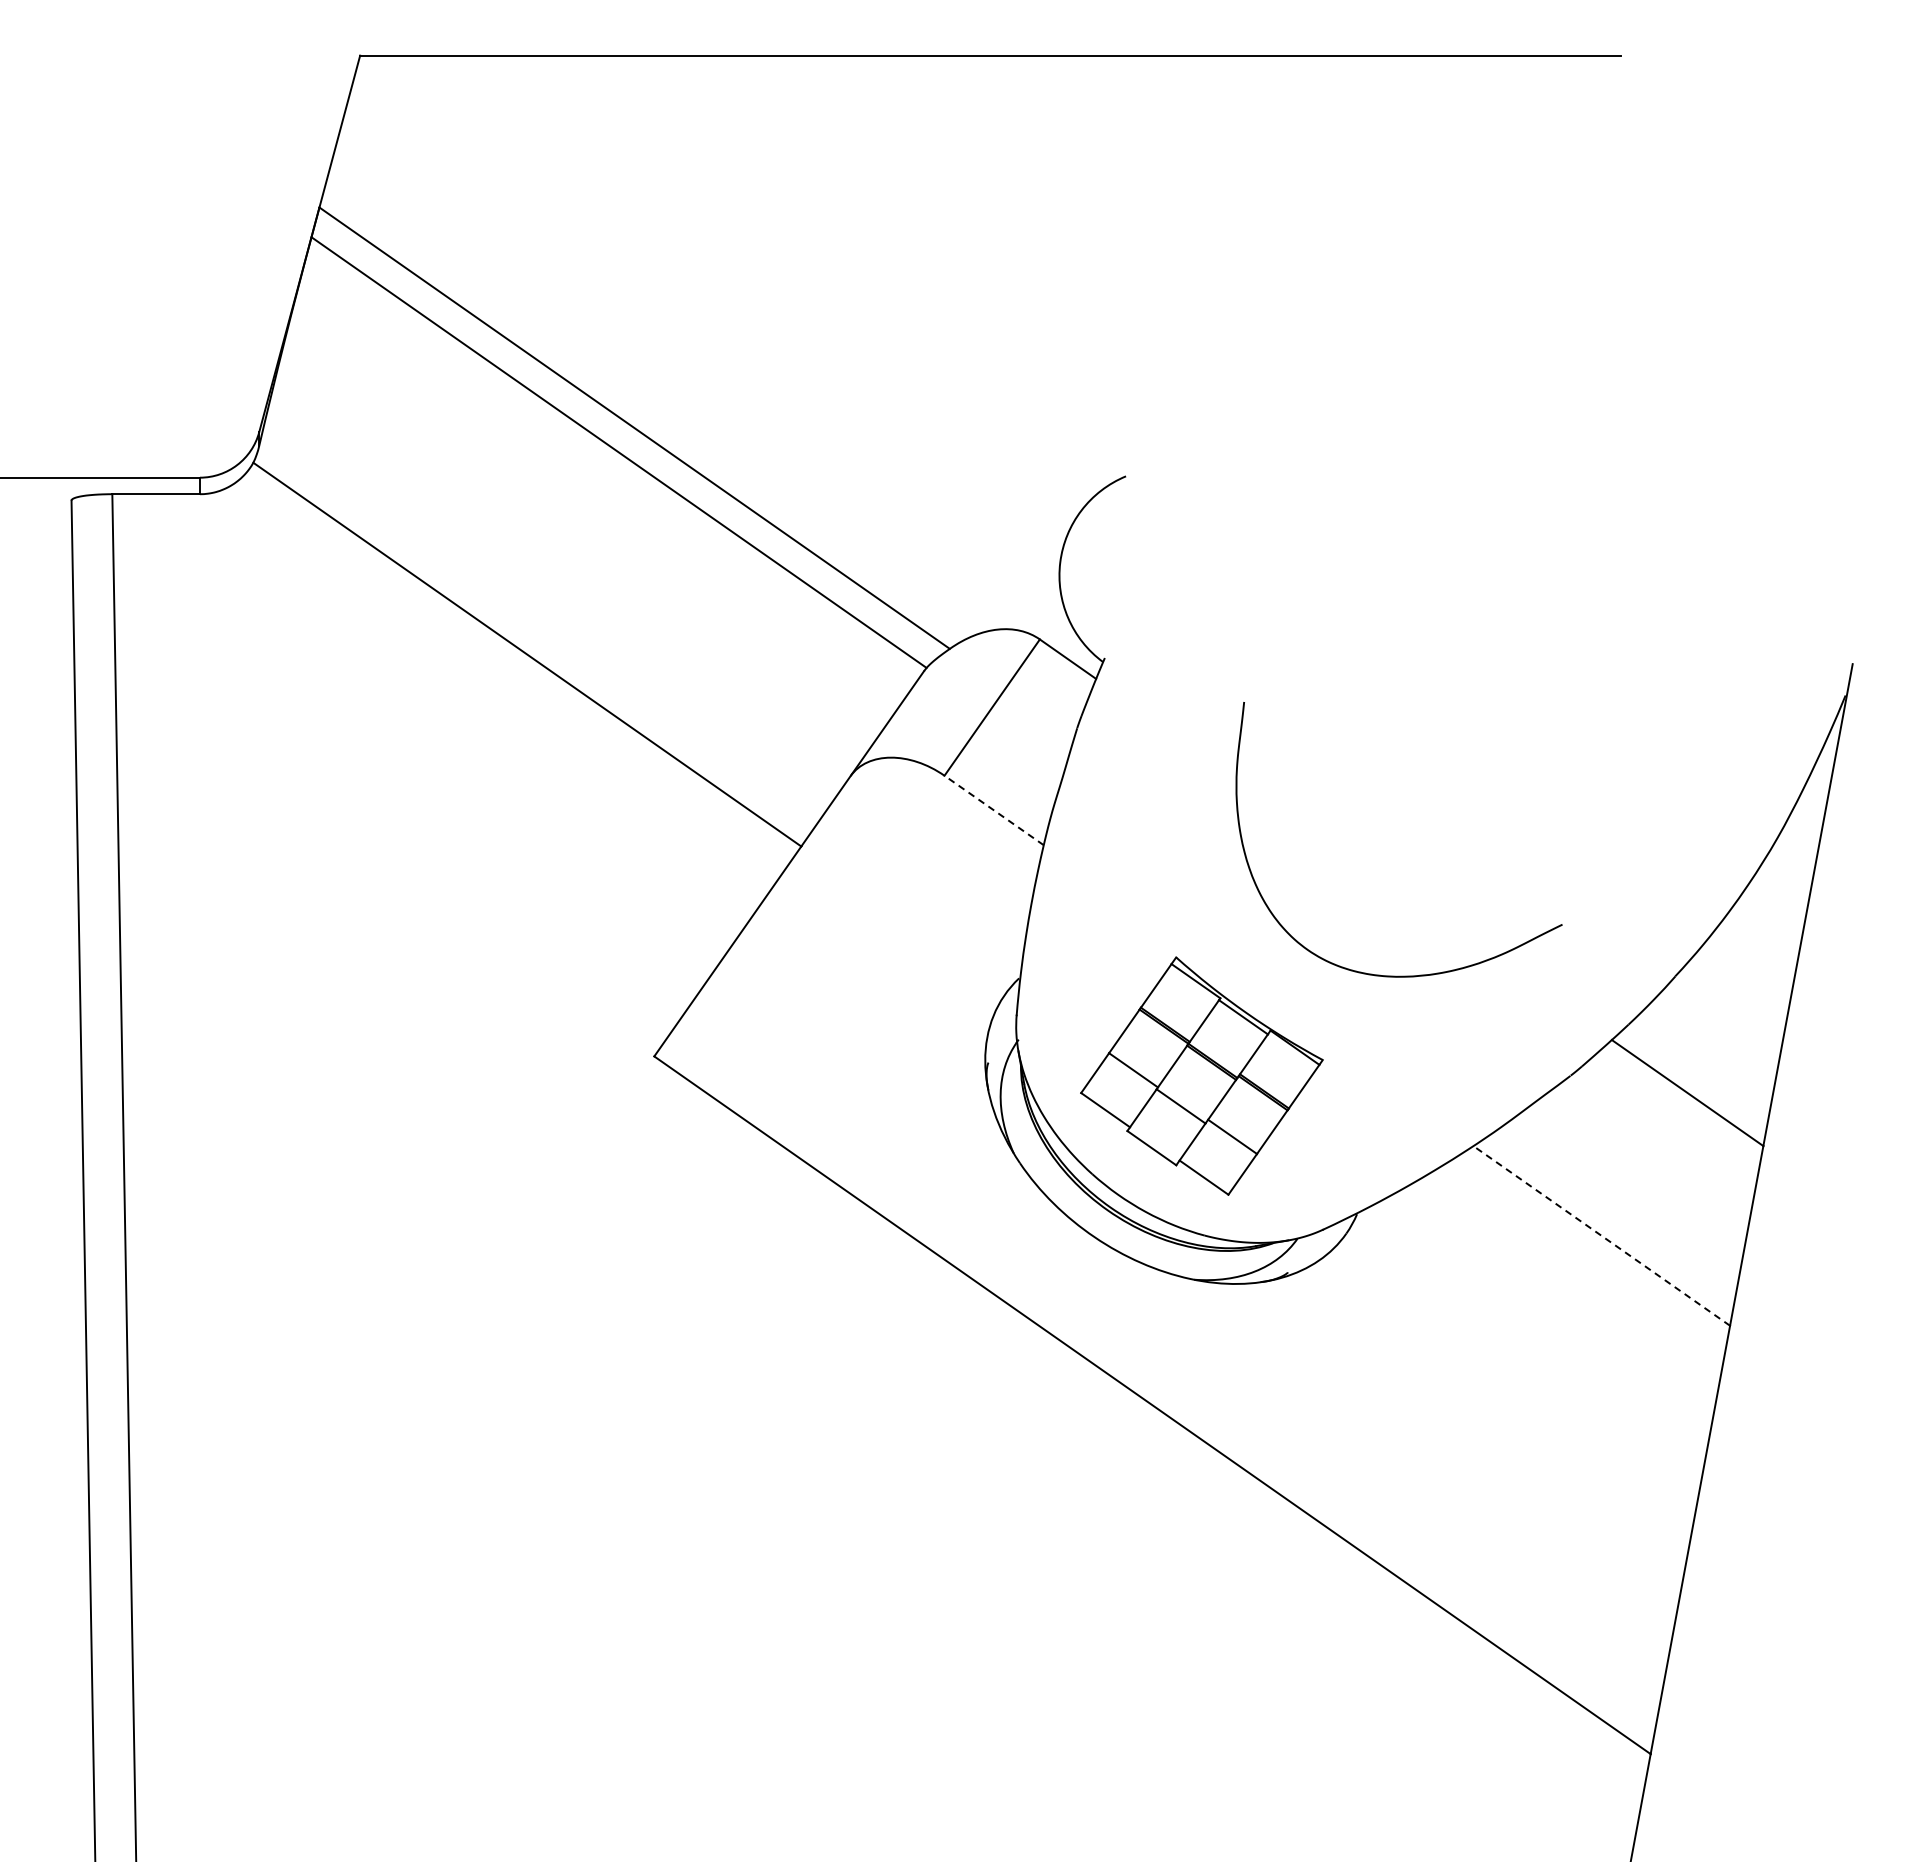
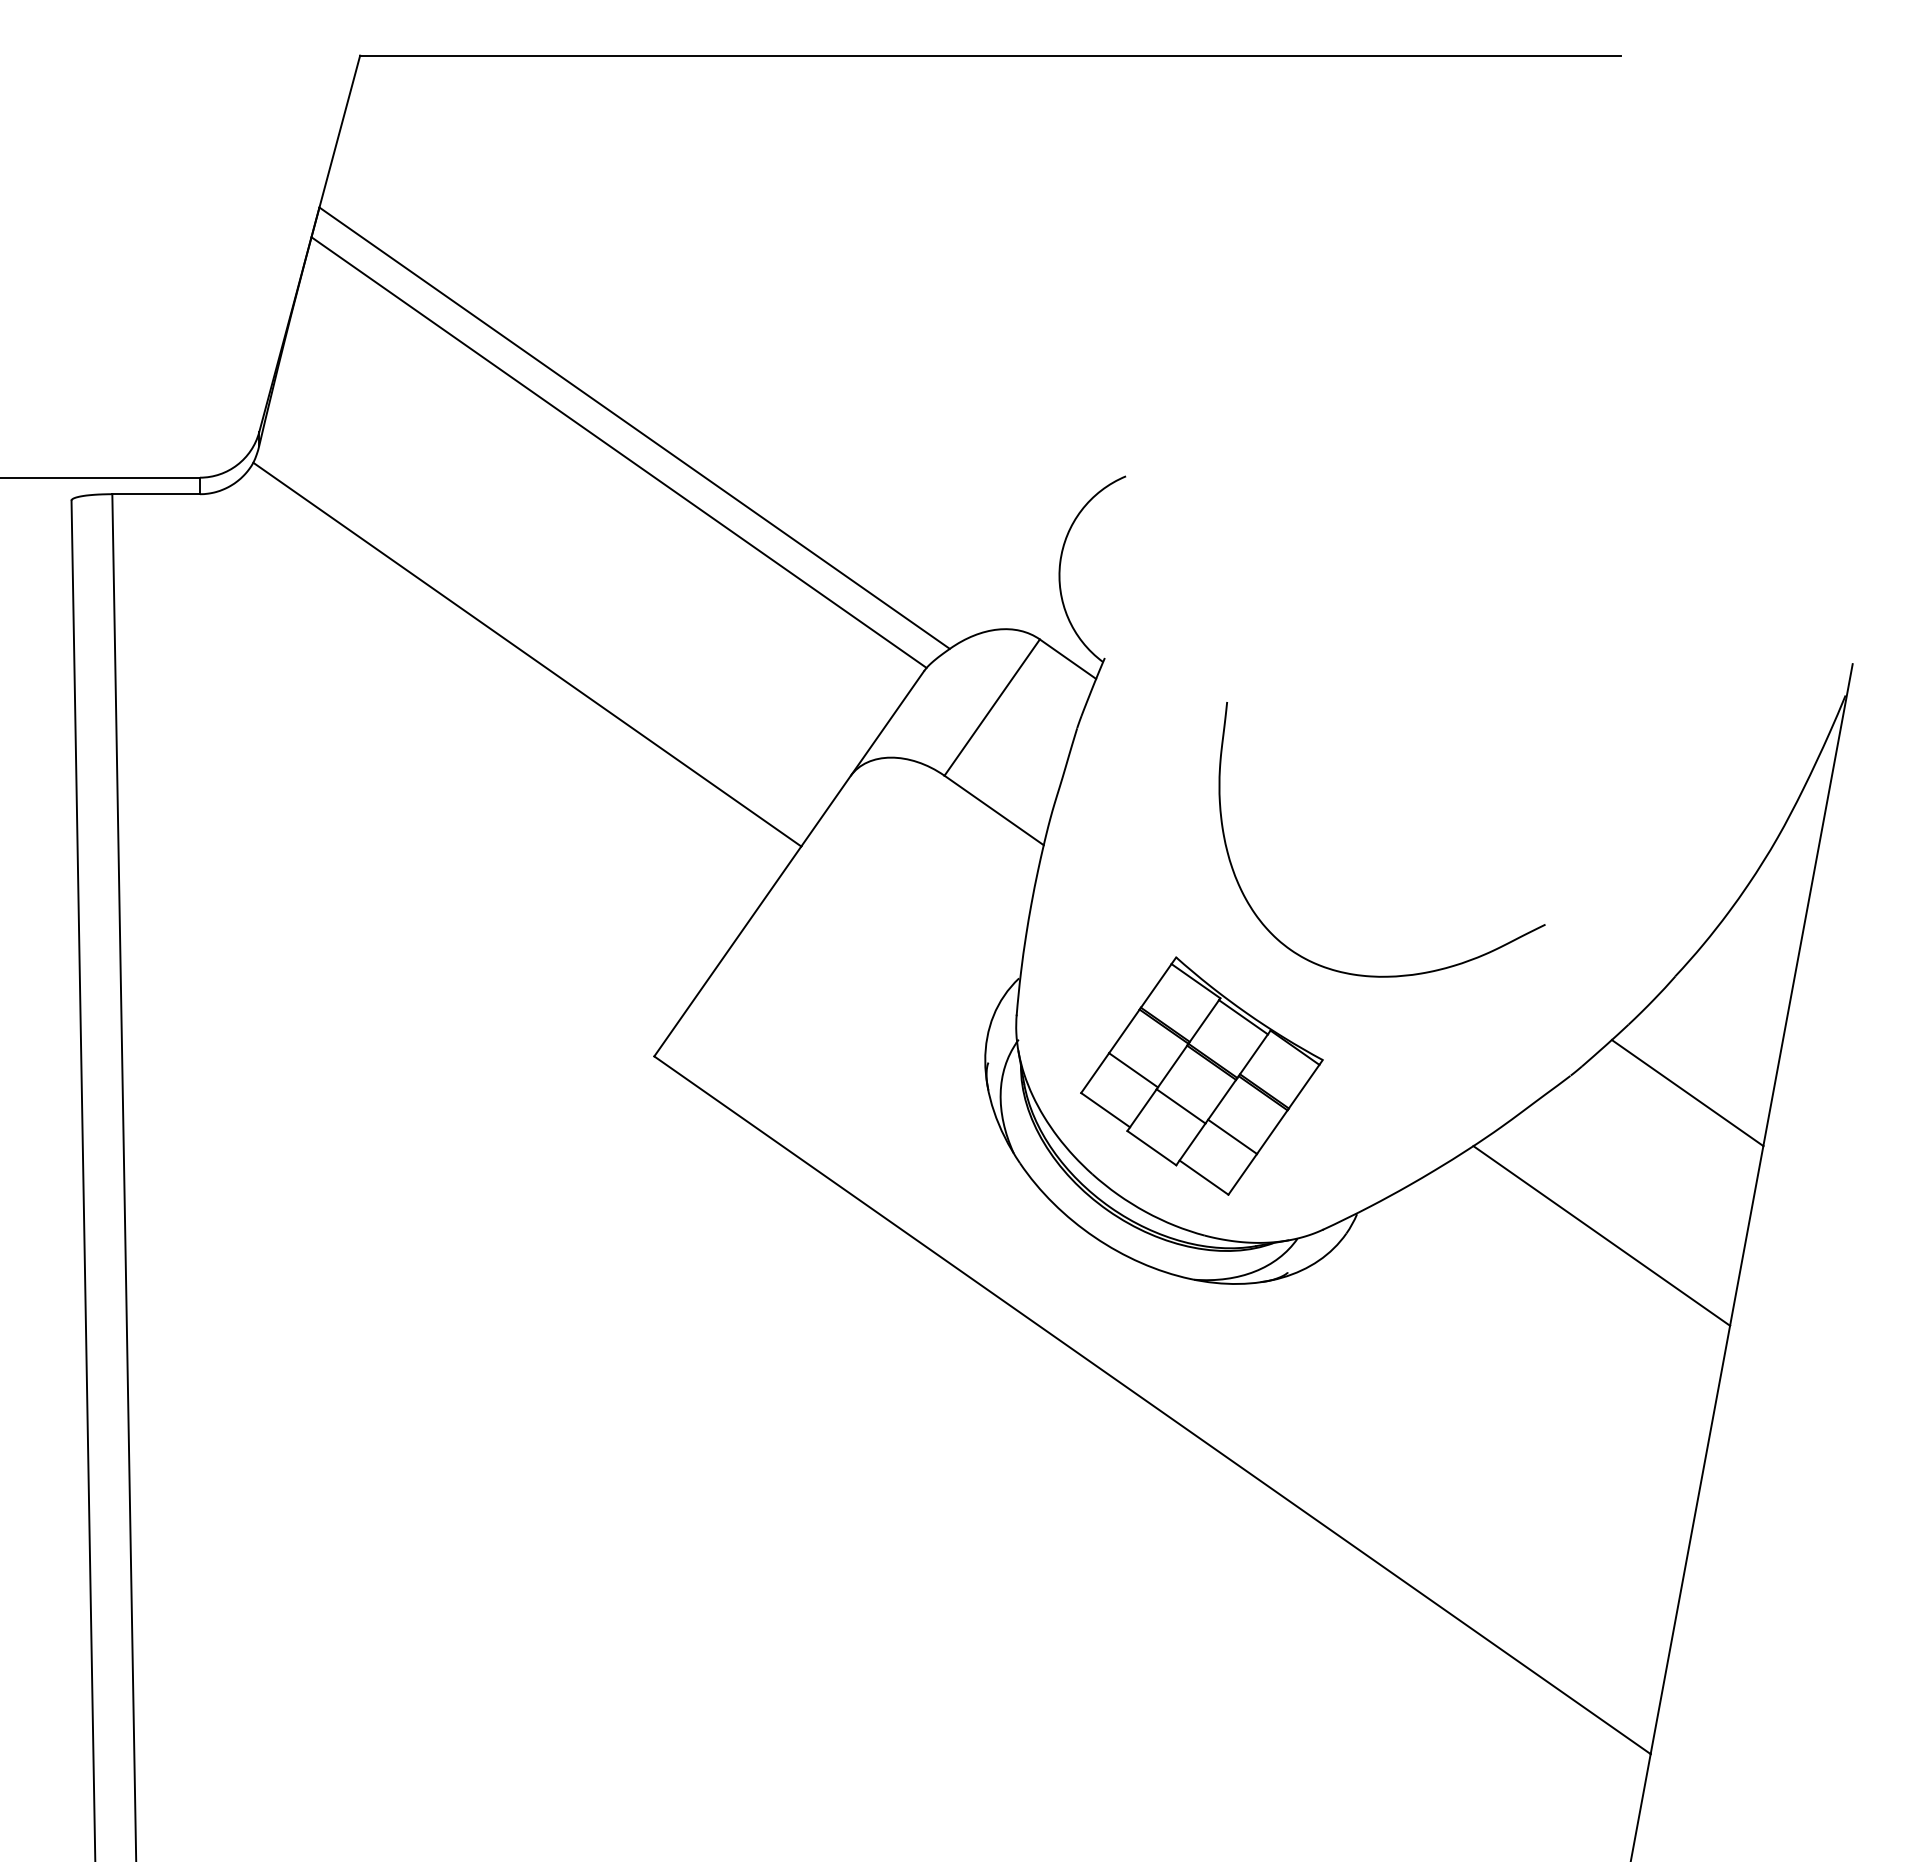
line at (994, 810): dashed -> solid
curve at (1398, 975) position: (1398, 975) -> (1381, 975)
line at (1601, 1235): dashed -> solid
